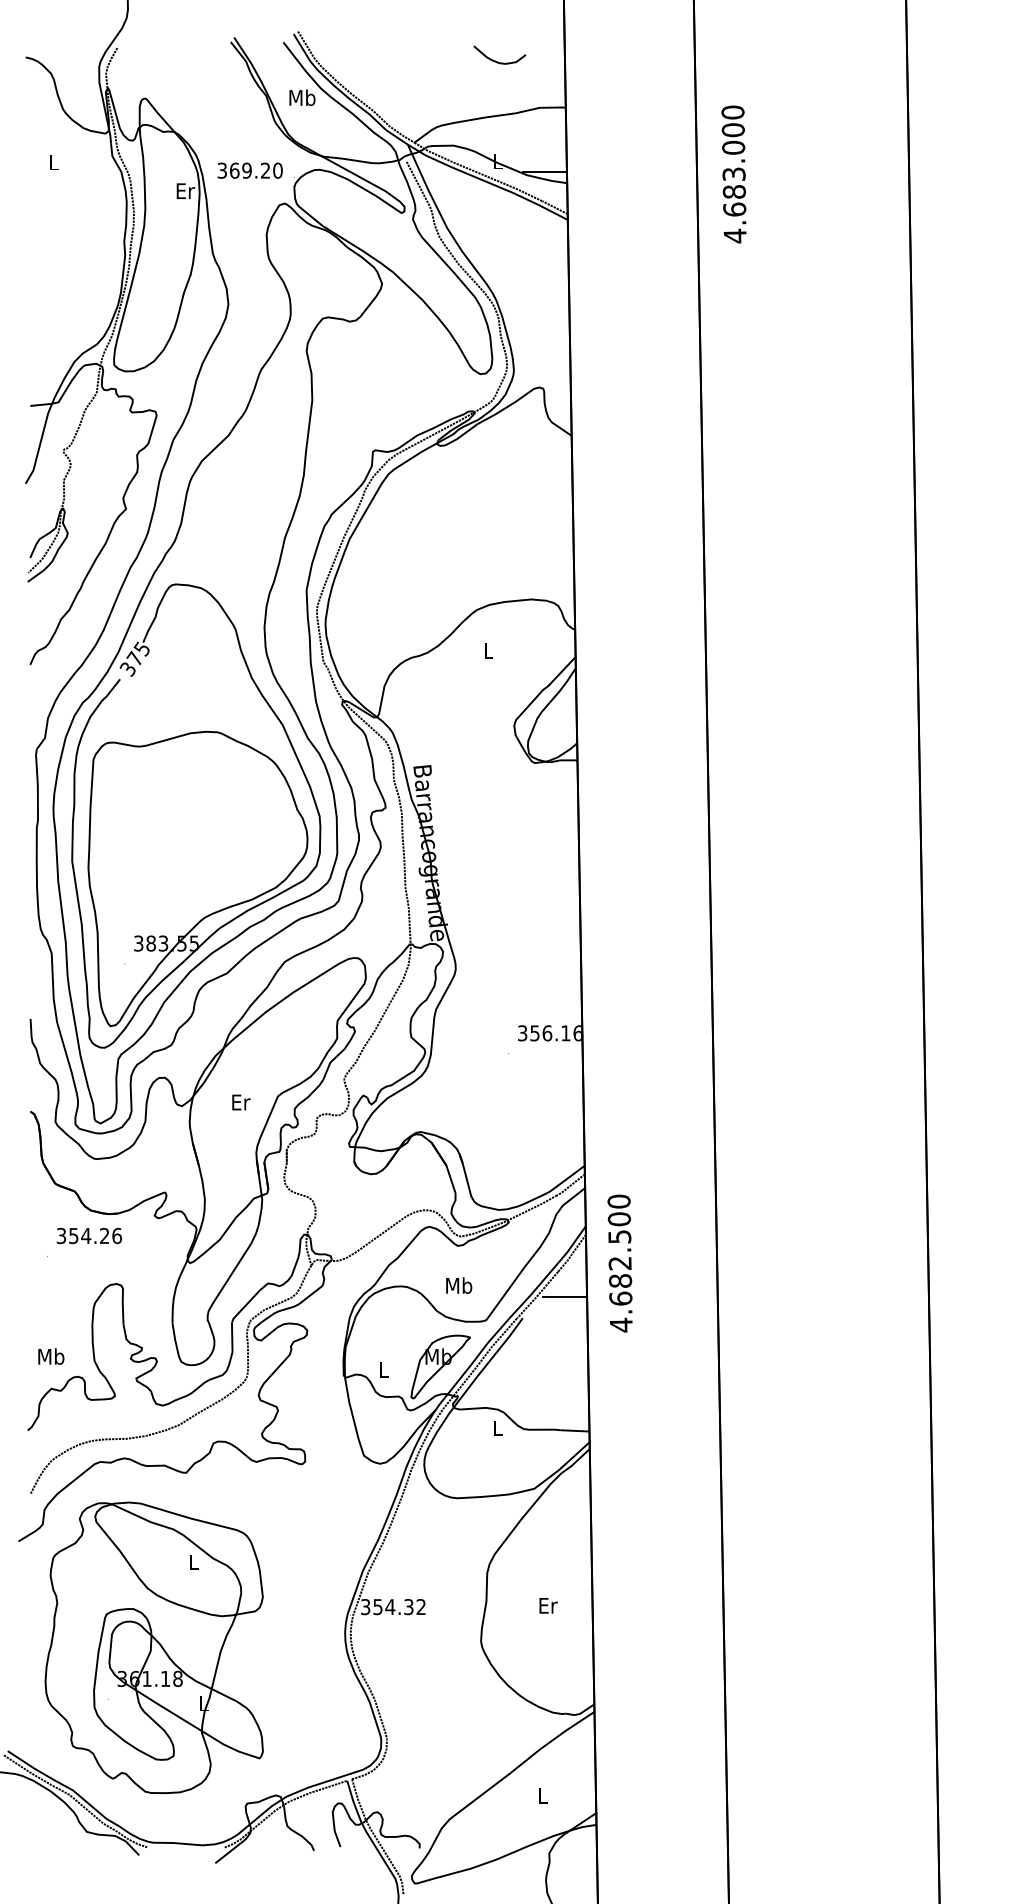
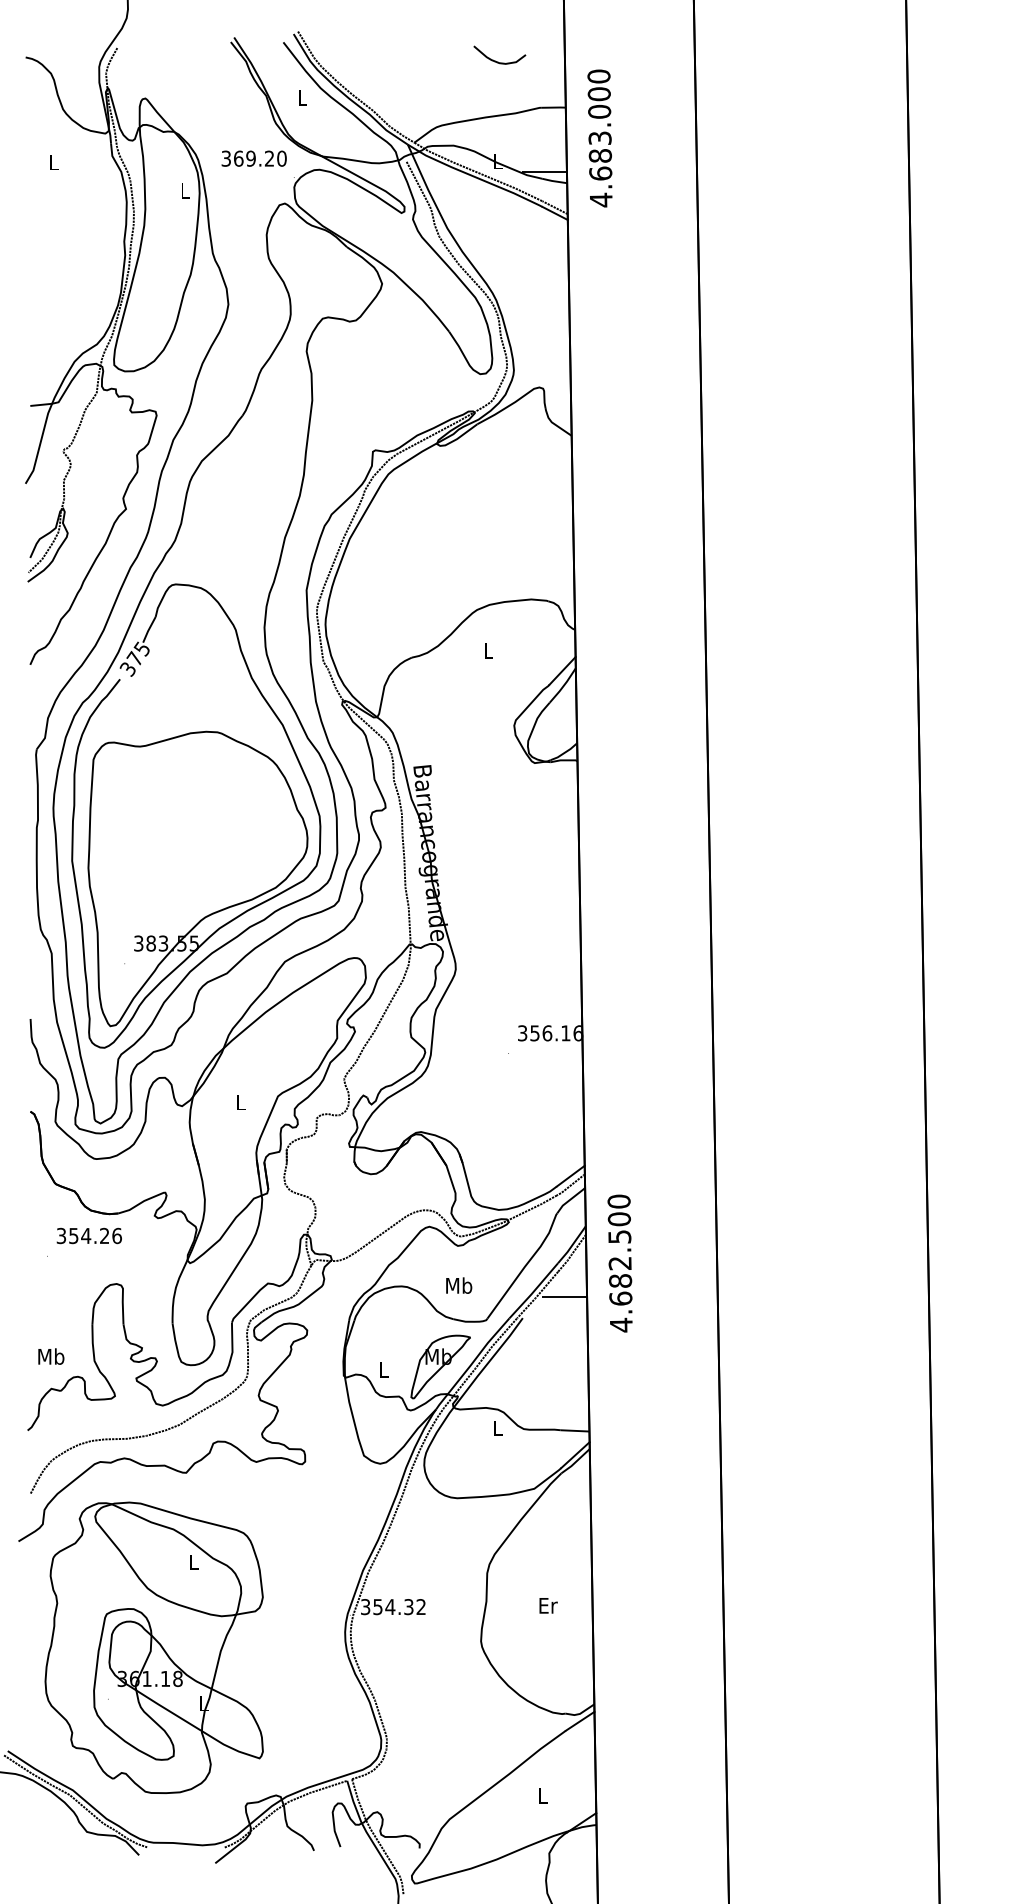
text at (302, 97): Mb -> L
text at (249, 170) position: (249, 170) -> (253, 158)
text at (733, 174) position: (733, 174) -> (599, 138)
text at (185, 190): Er -> L
text at (241, 1102): Er -> L
